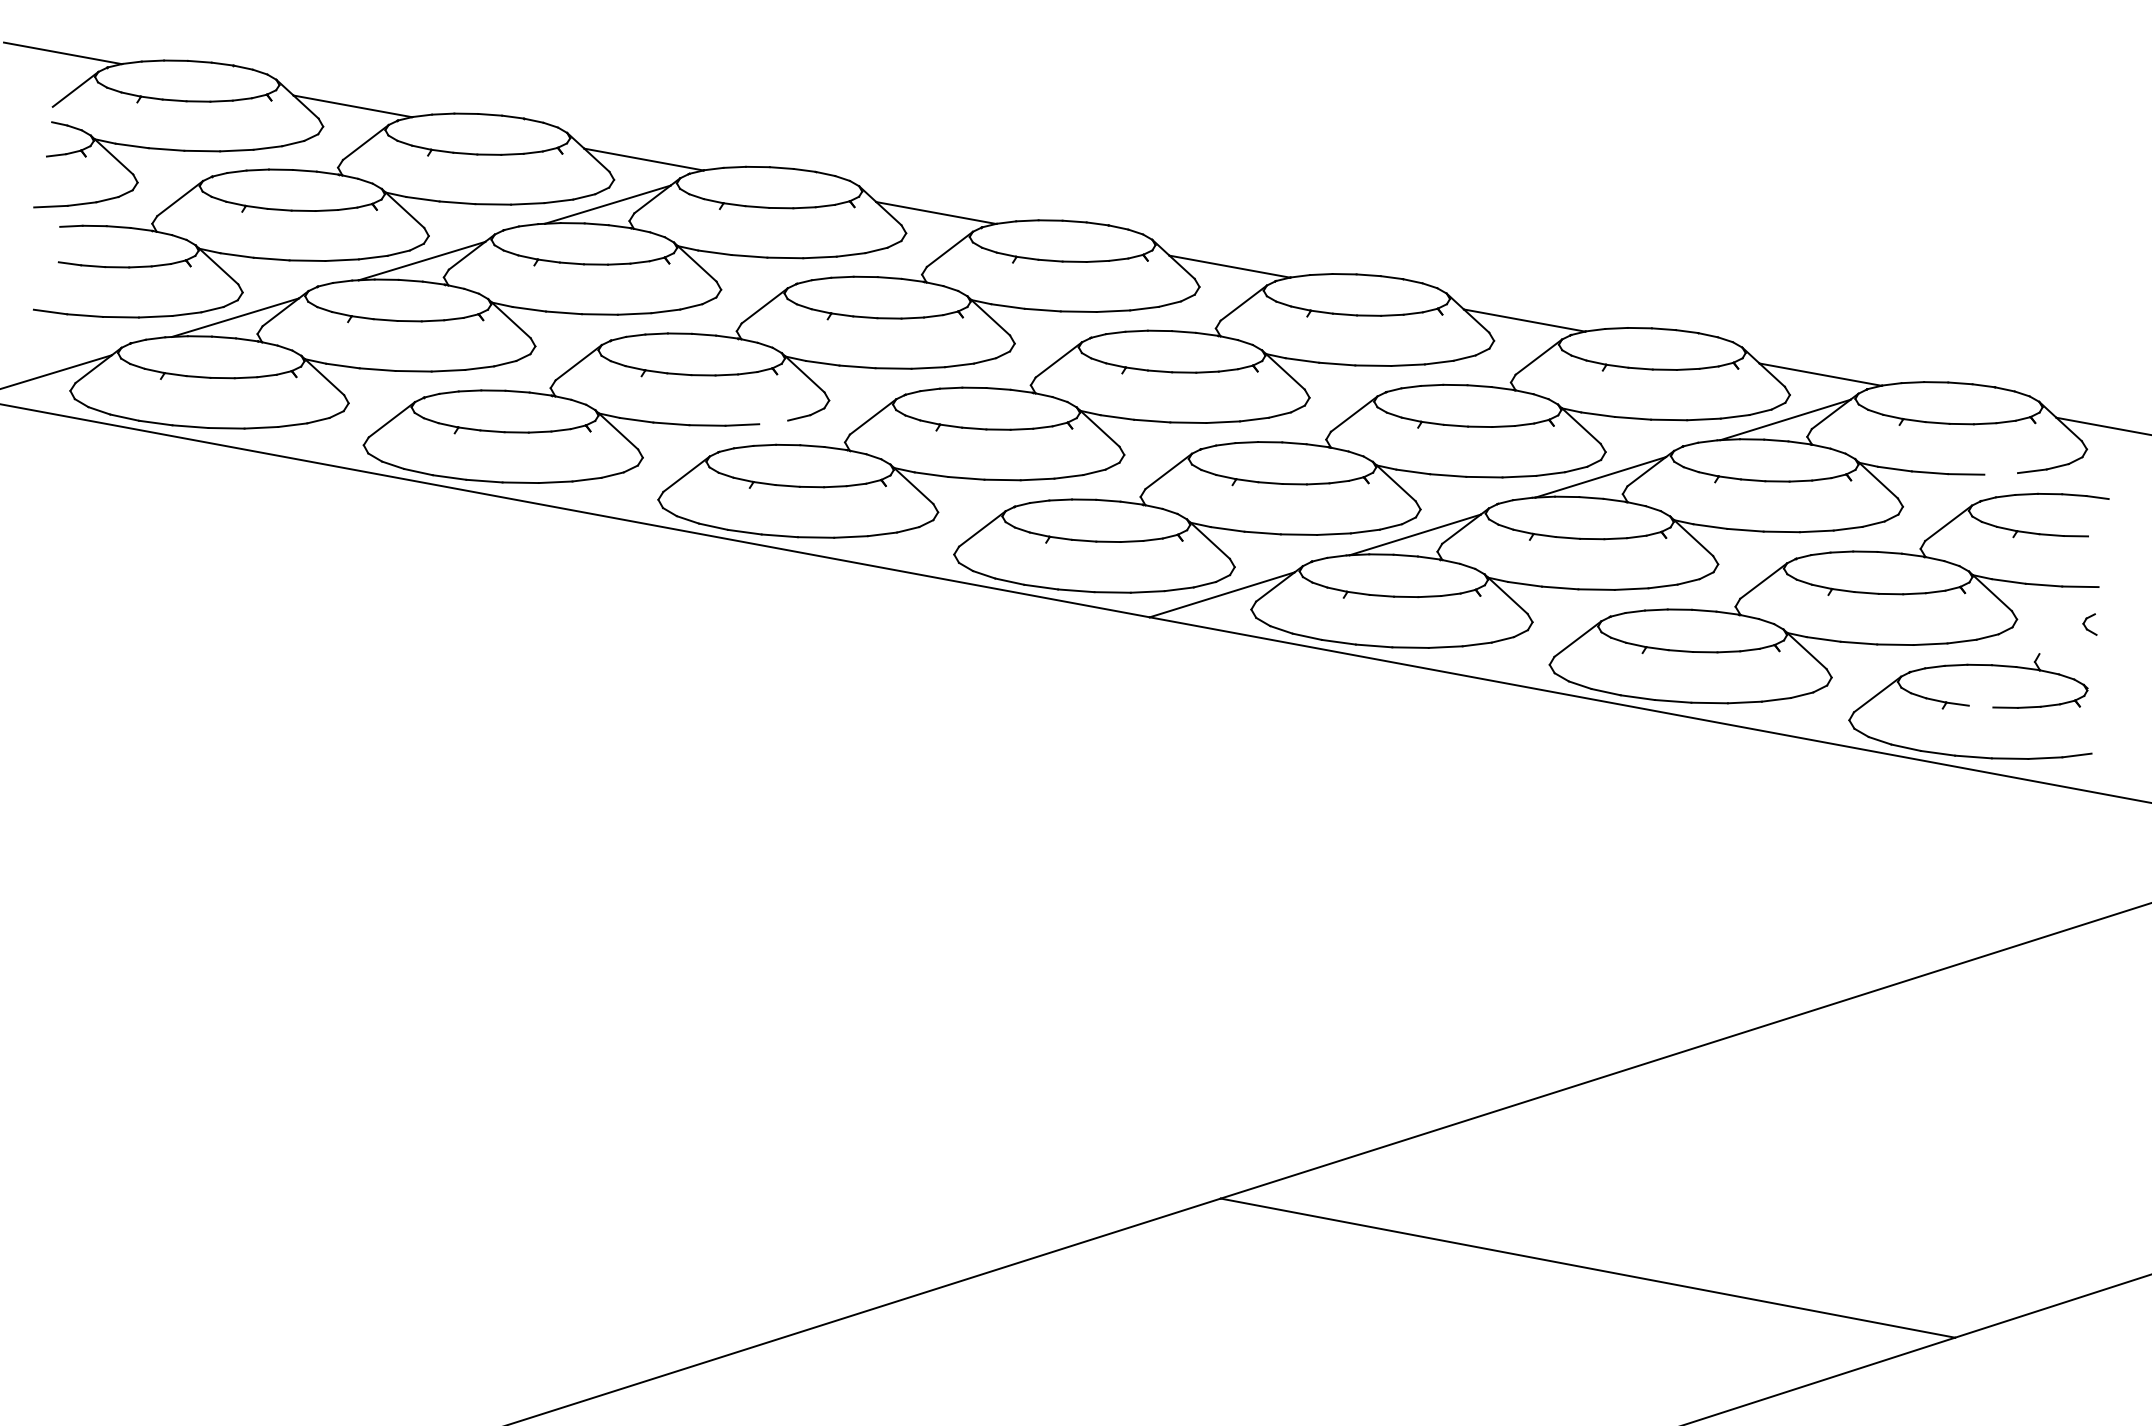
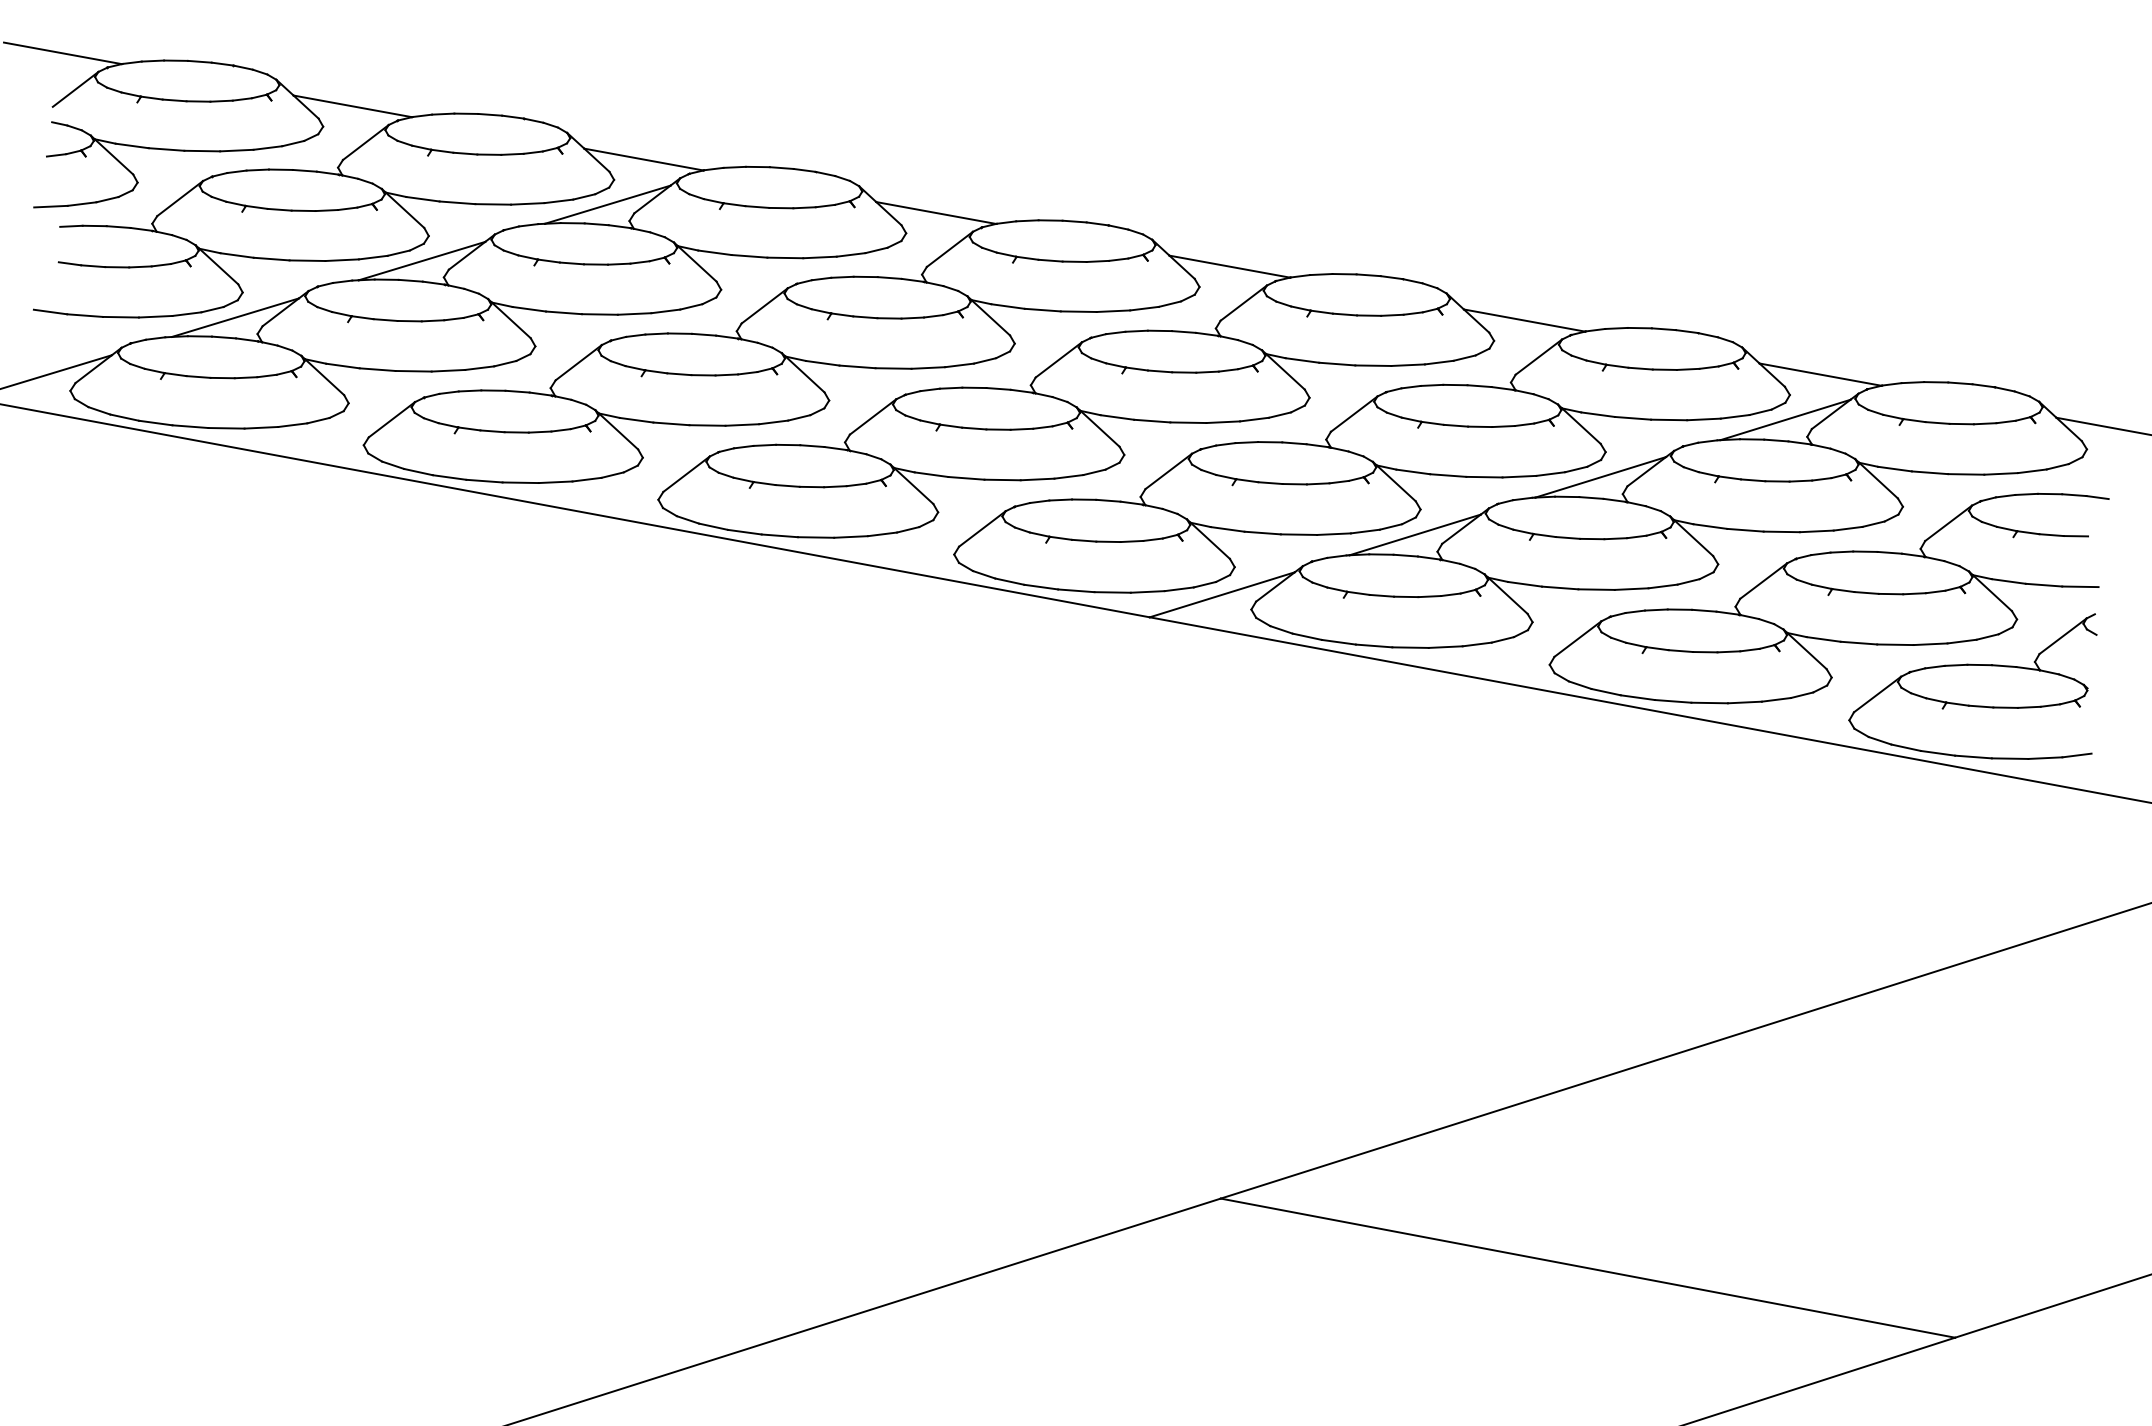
line at (773, 422): none -> present
line at (2000, 473): none -> present
line at (2062, 636): none -> present
line at (1980, 706): none -> present
